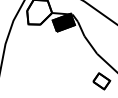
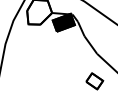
part at (101, 81) position: (101, 81) -> (94, 81)
